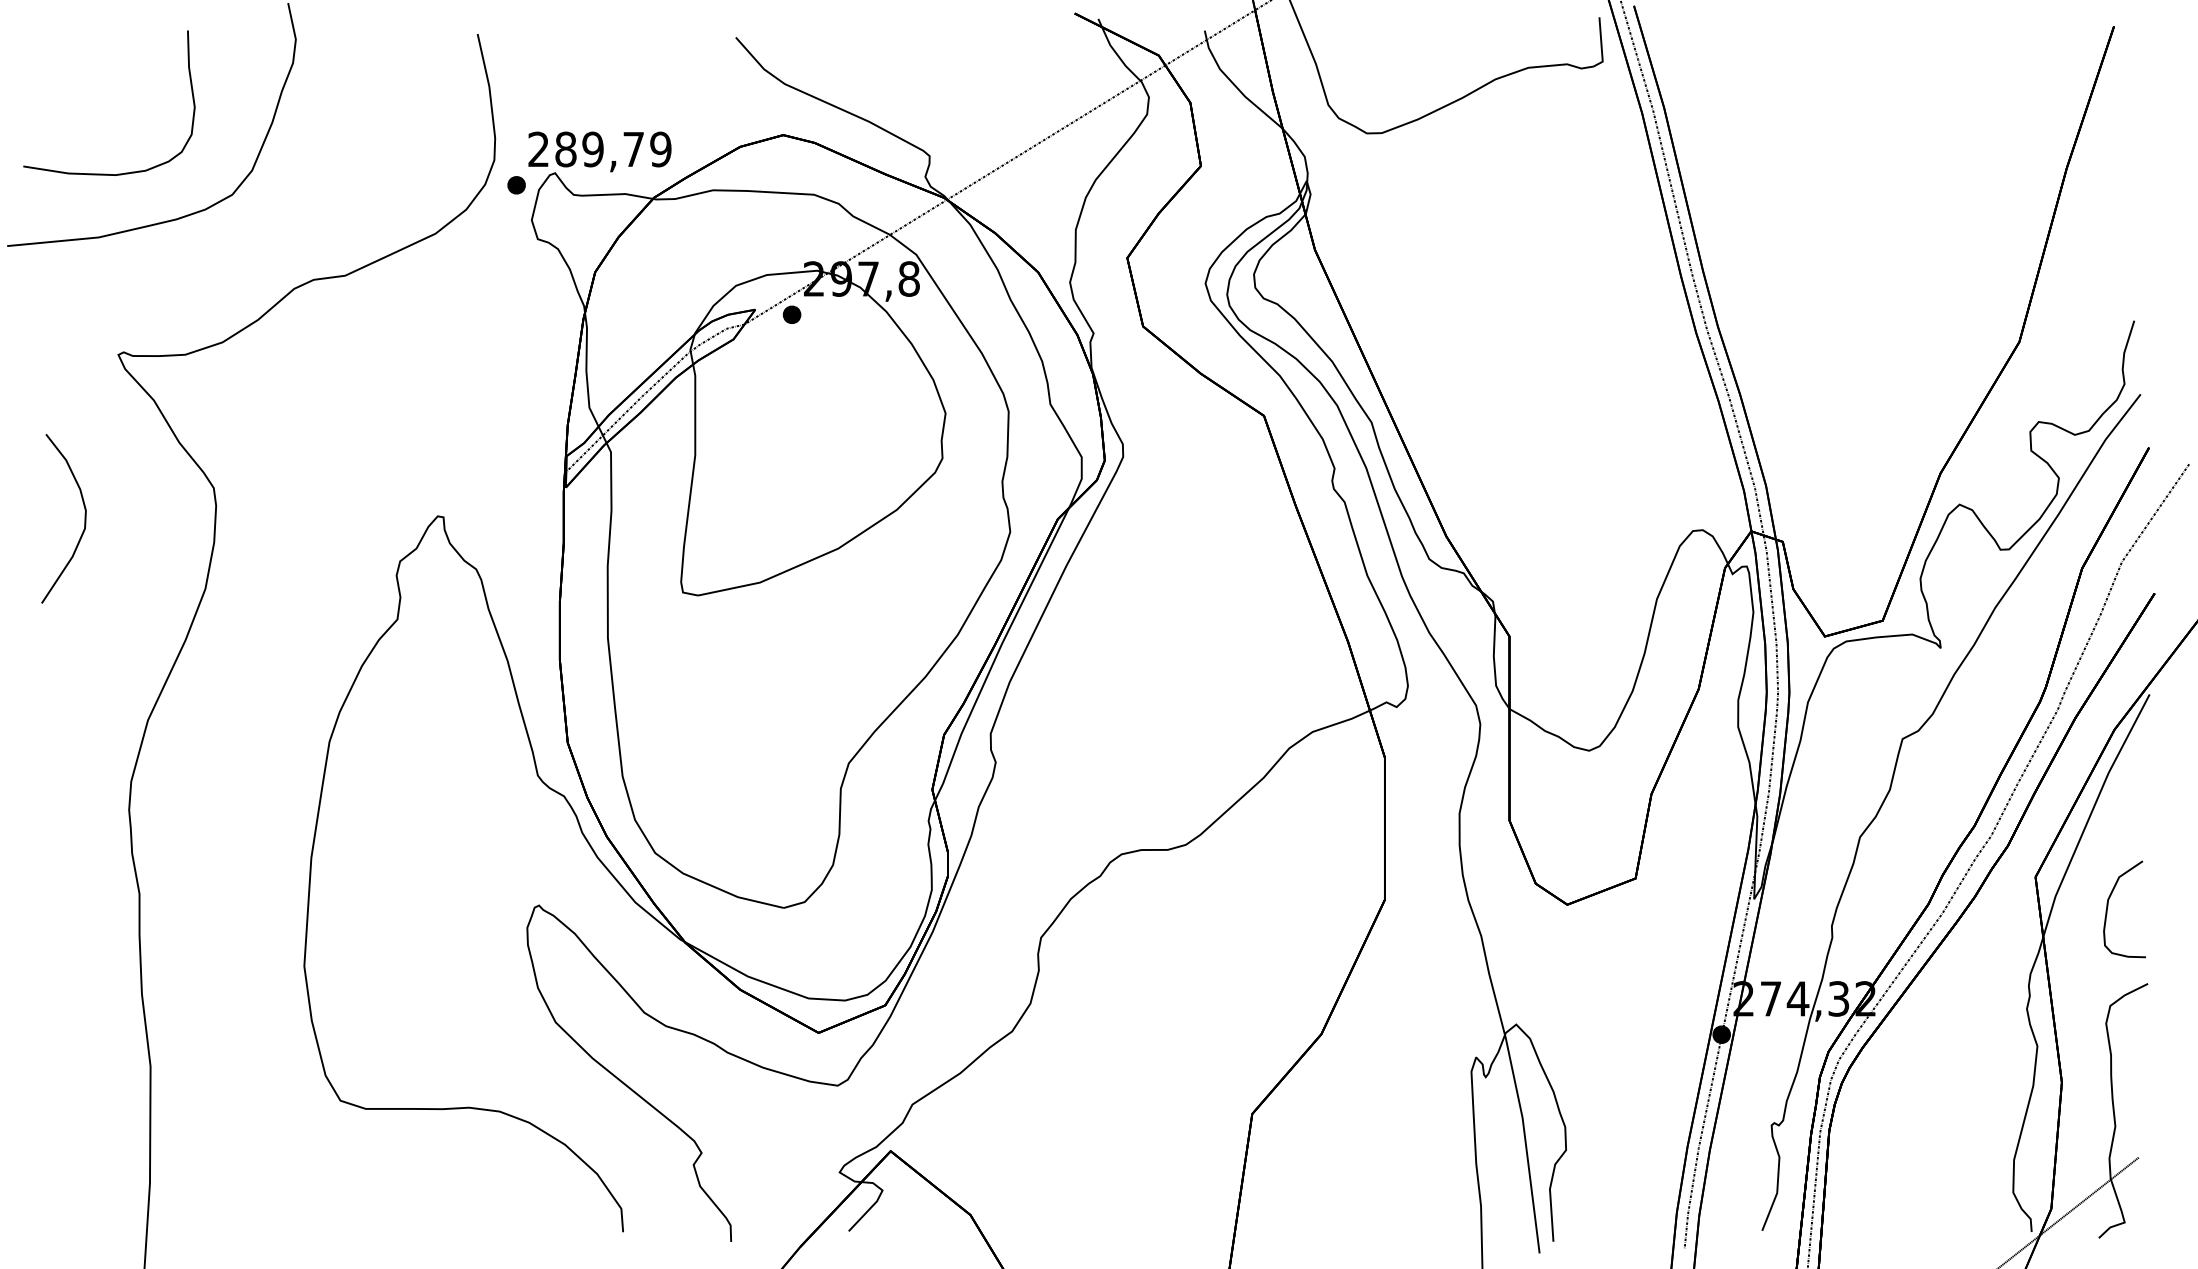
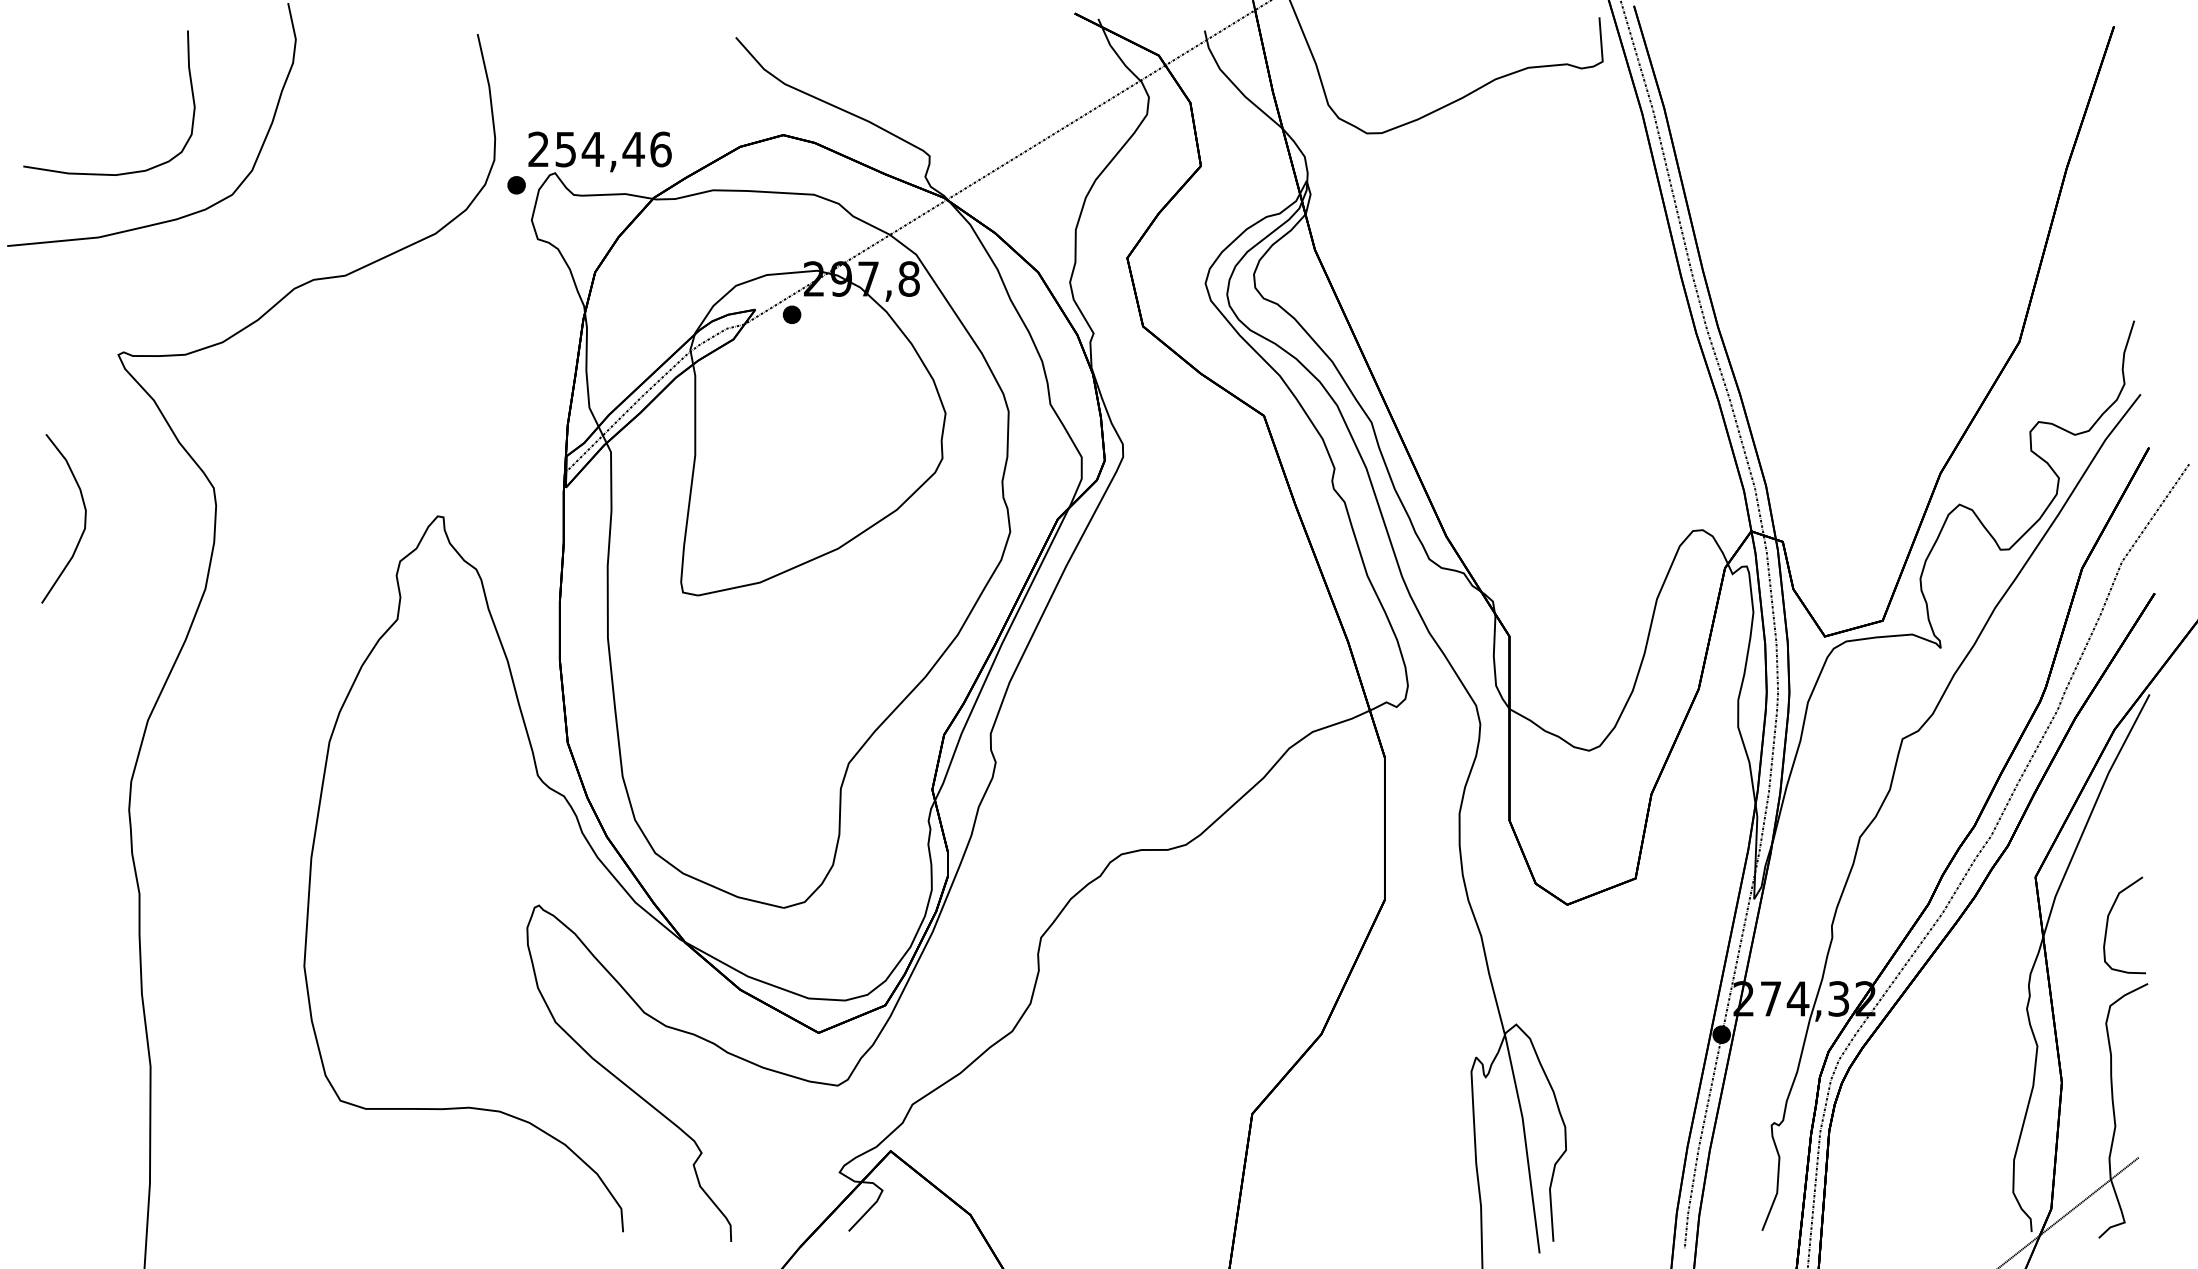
text at (613, 149): 289,79 -> 254,46
curve at (2108, 907) position: (2108, 907) -> (2108, 923)
